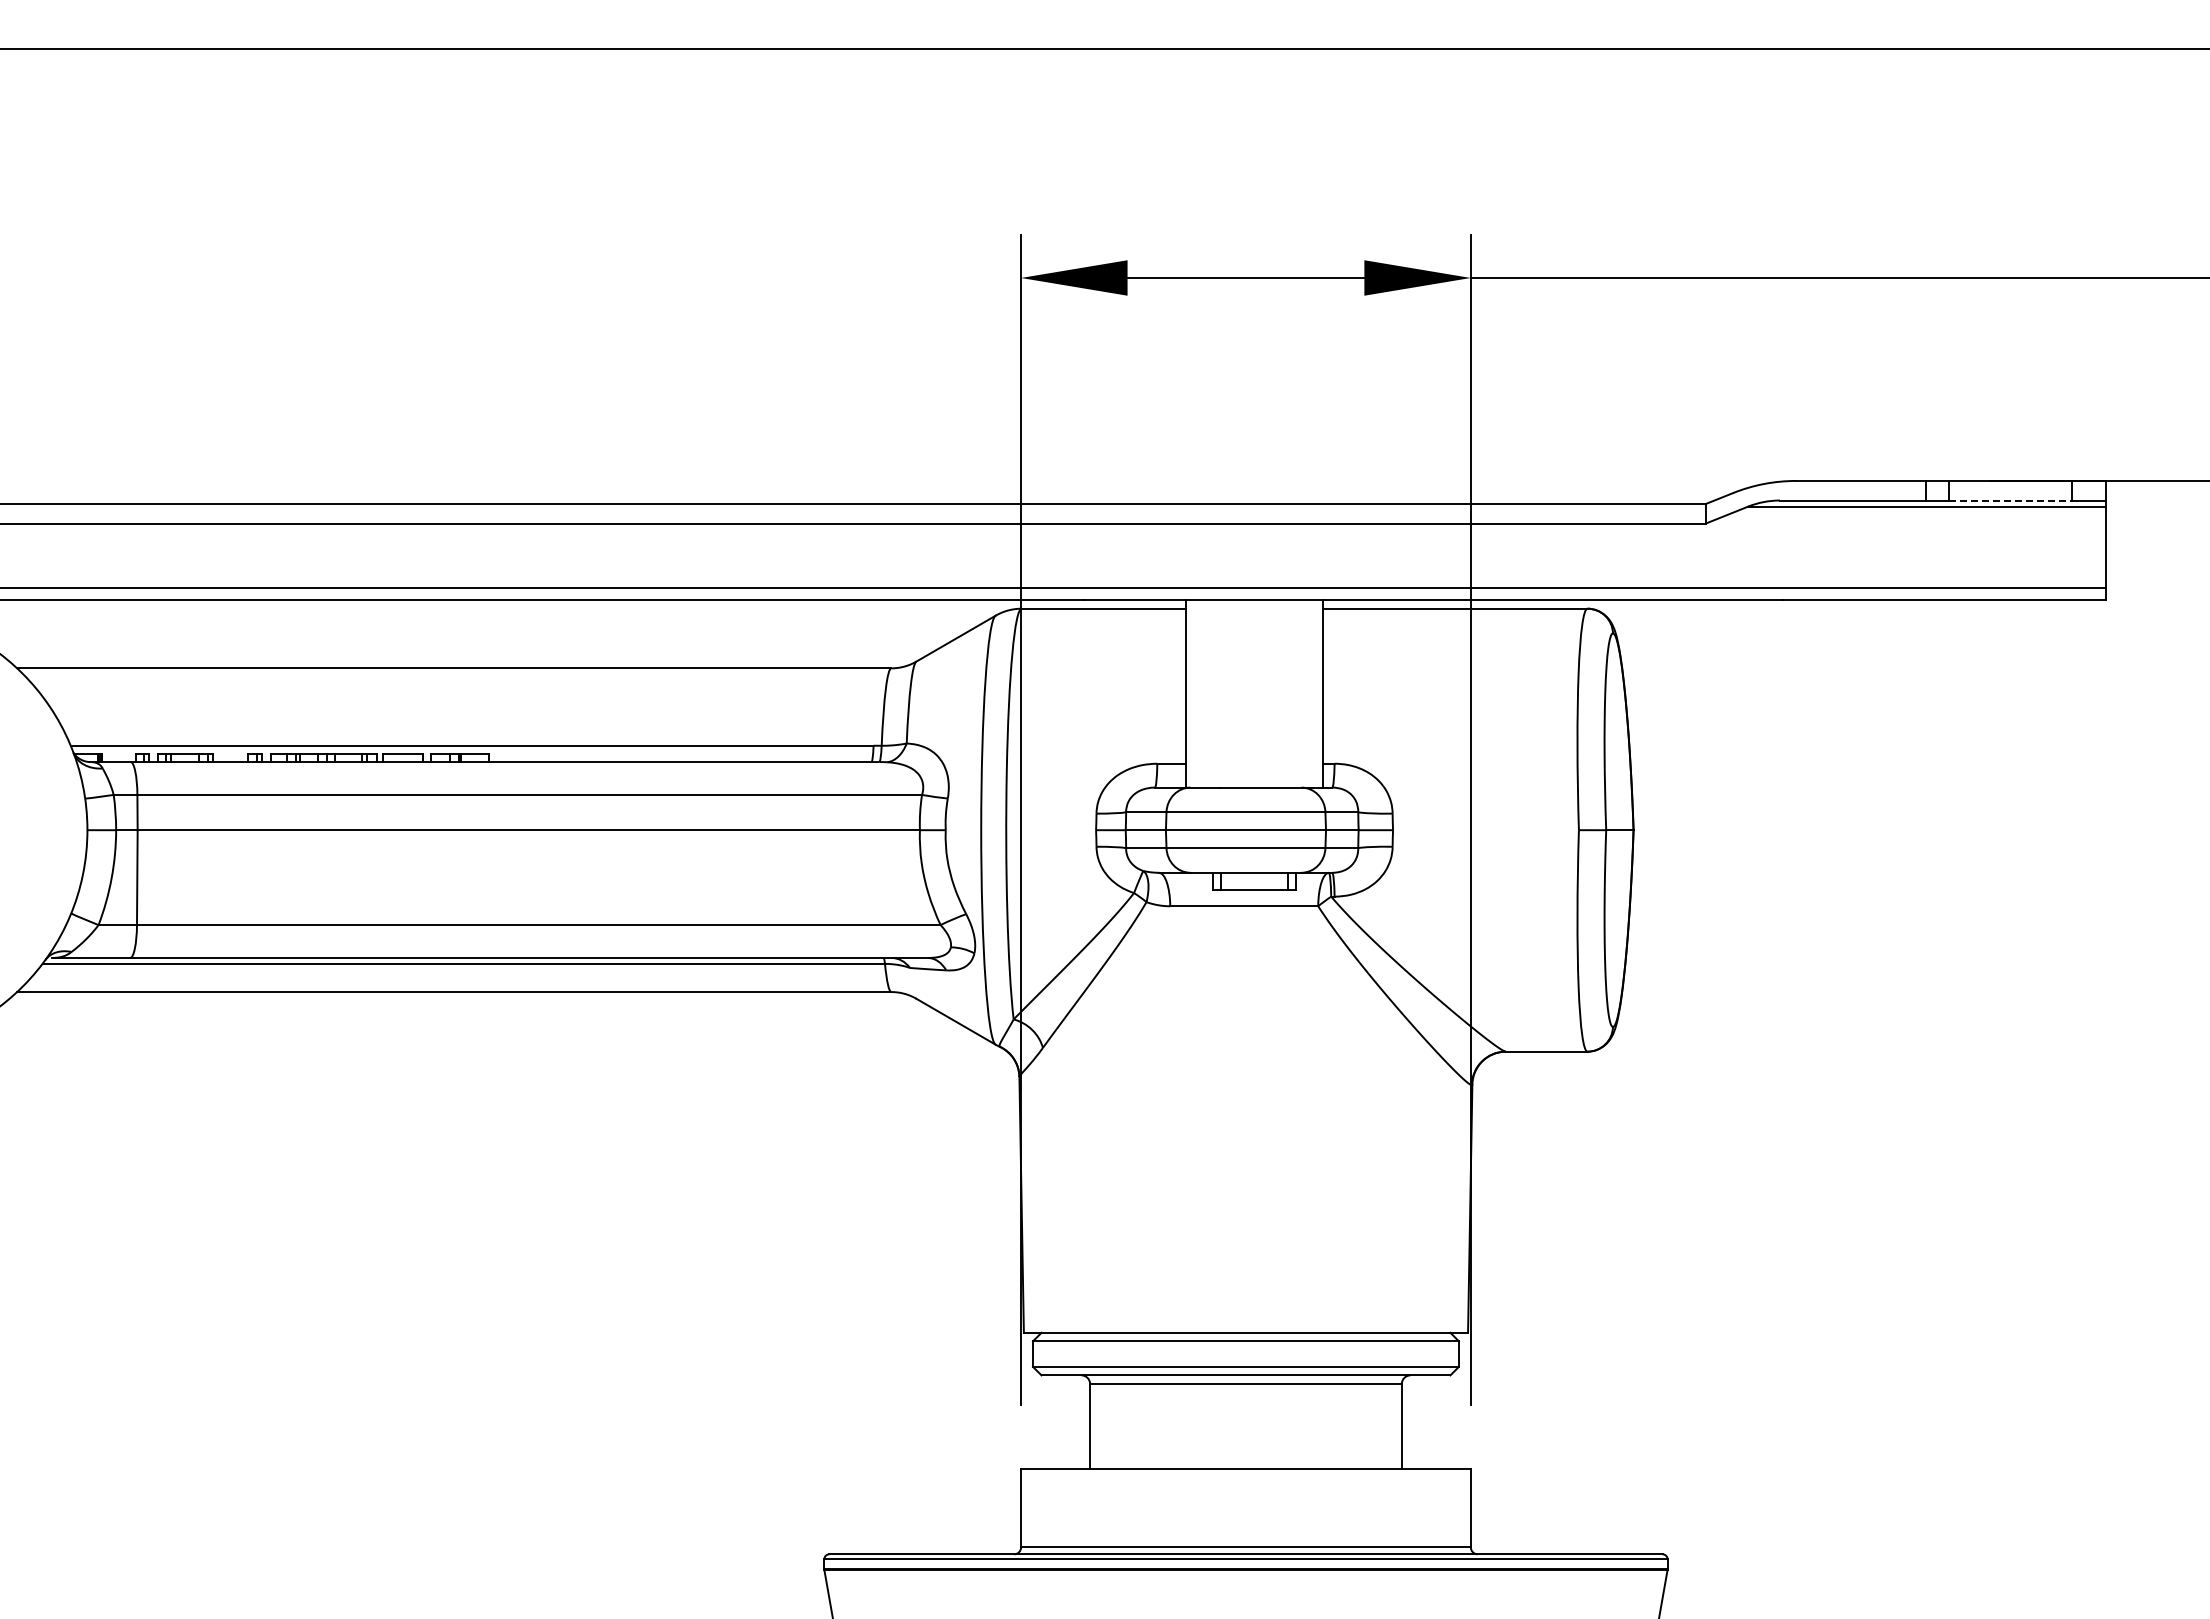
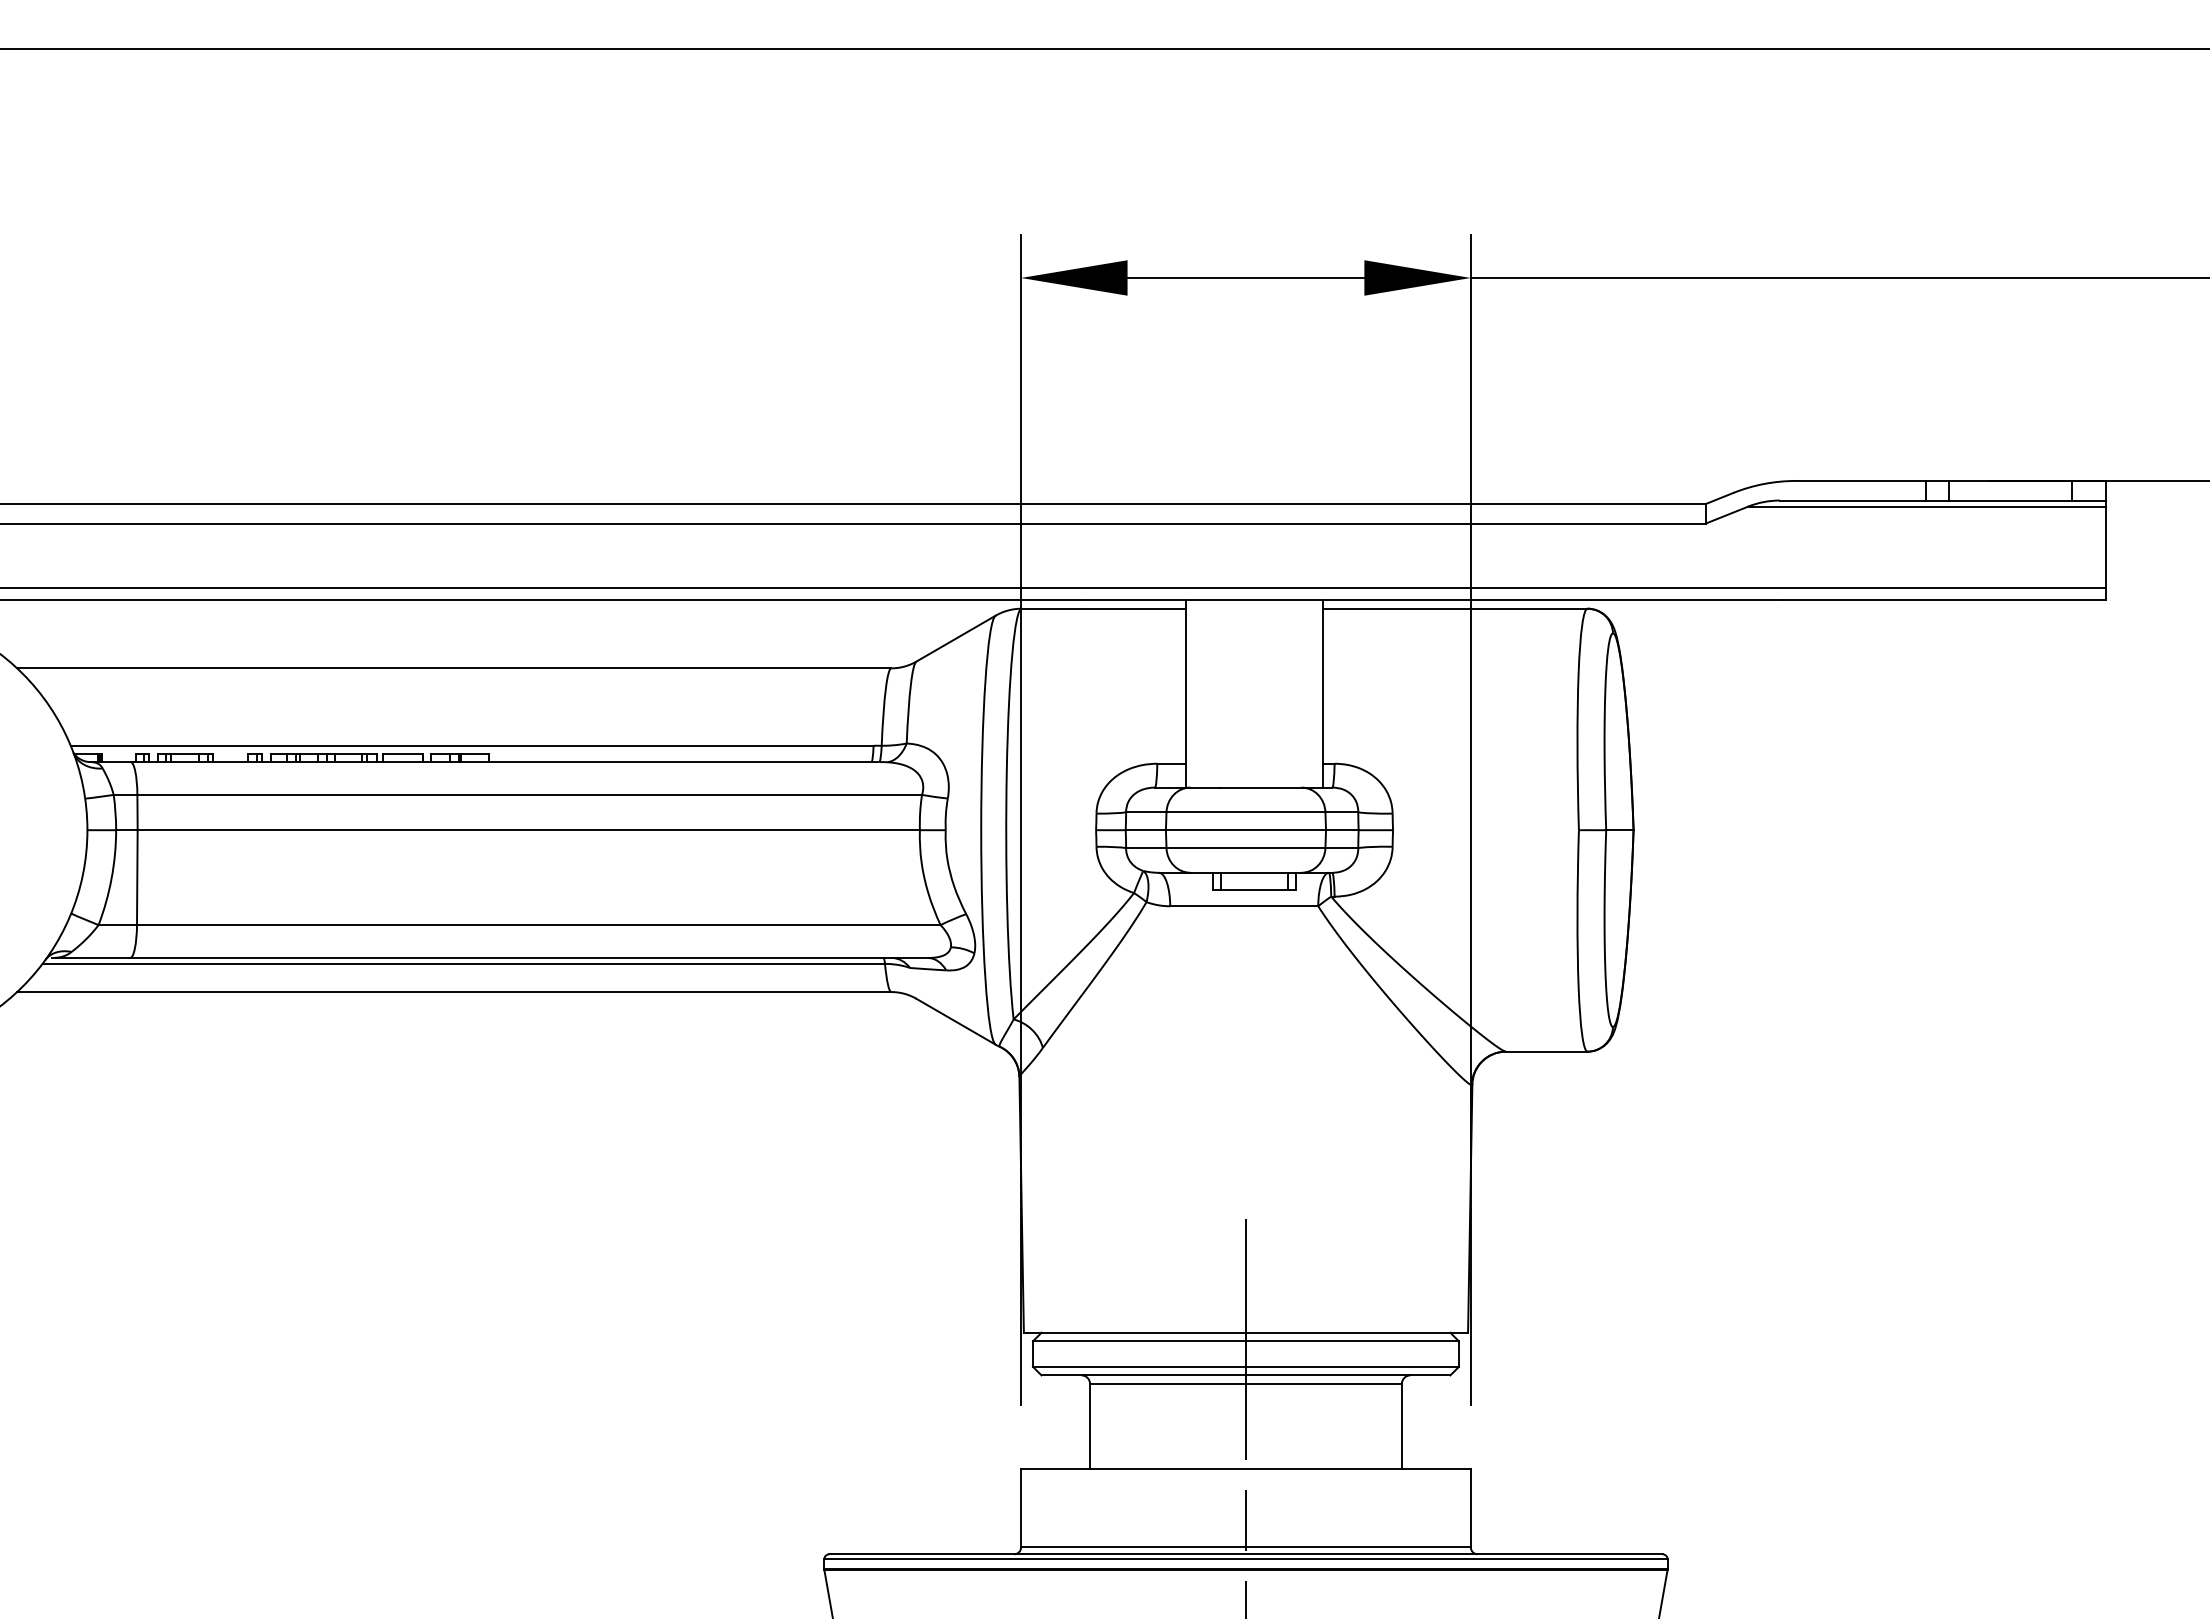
line at (2010, 500): dashed -> solid
line at (1245, 1416): none -> present
